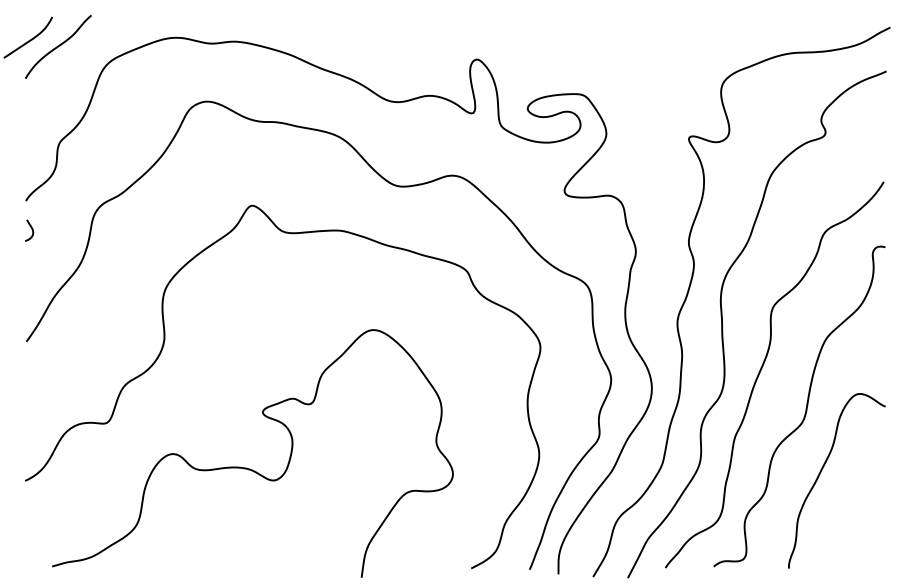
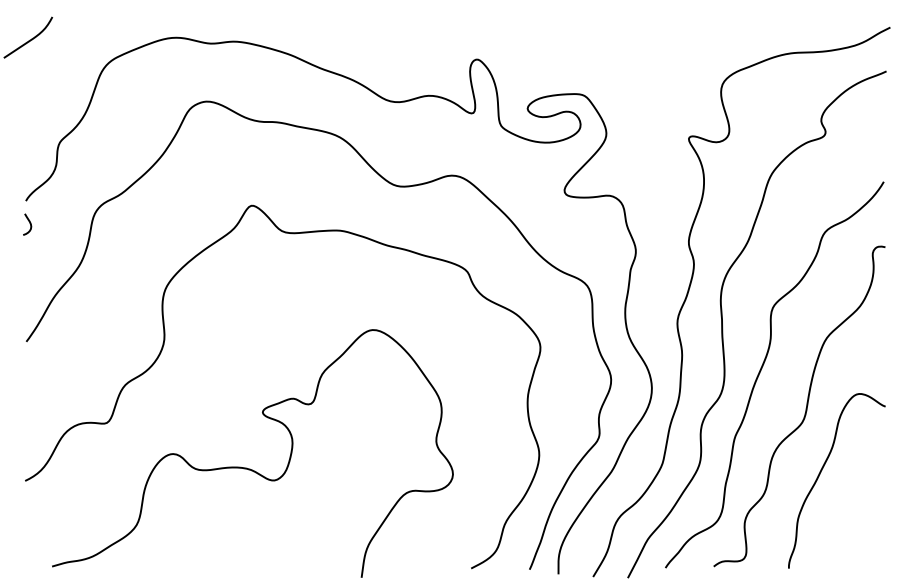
curve at (58, 46): present -> none
curve at (31, 229) position: (31, 229) -> (29, 223)
